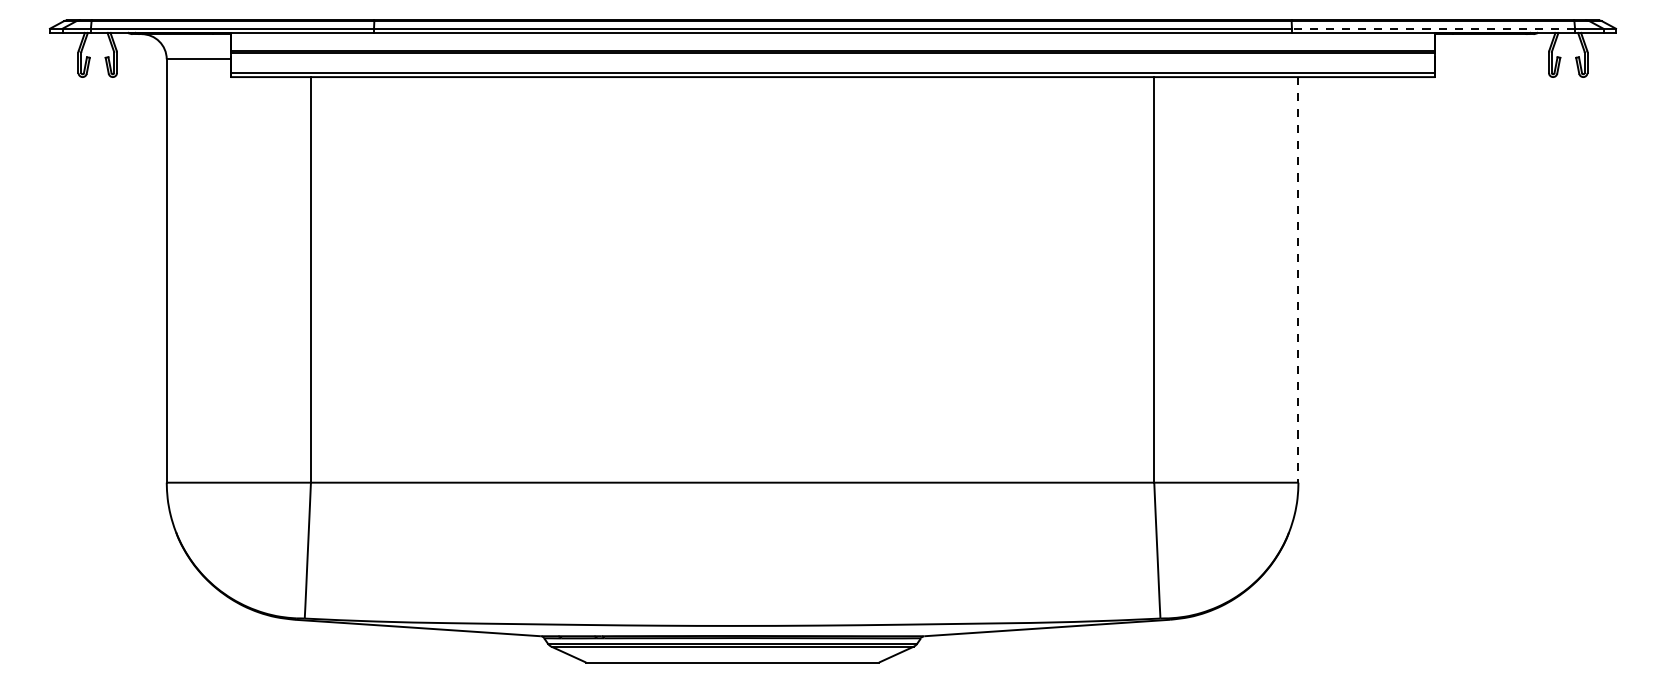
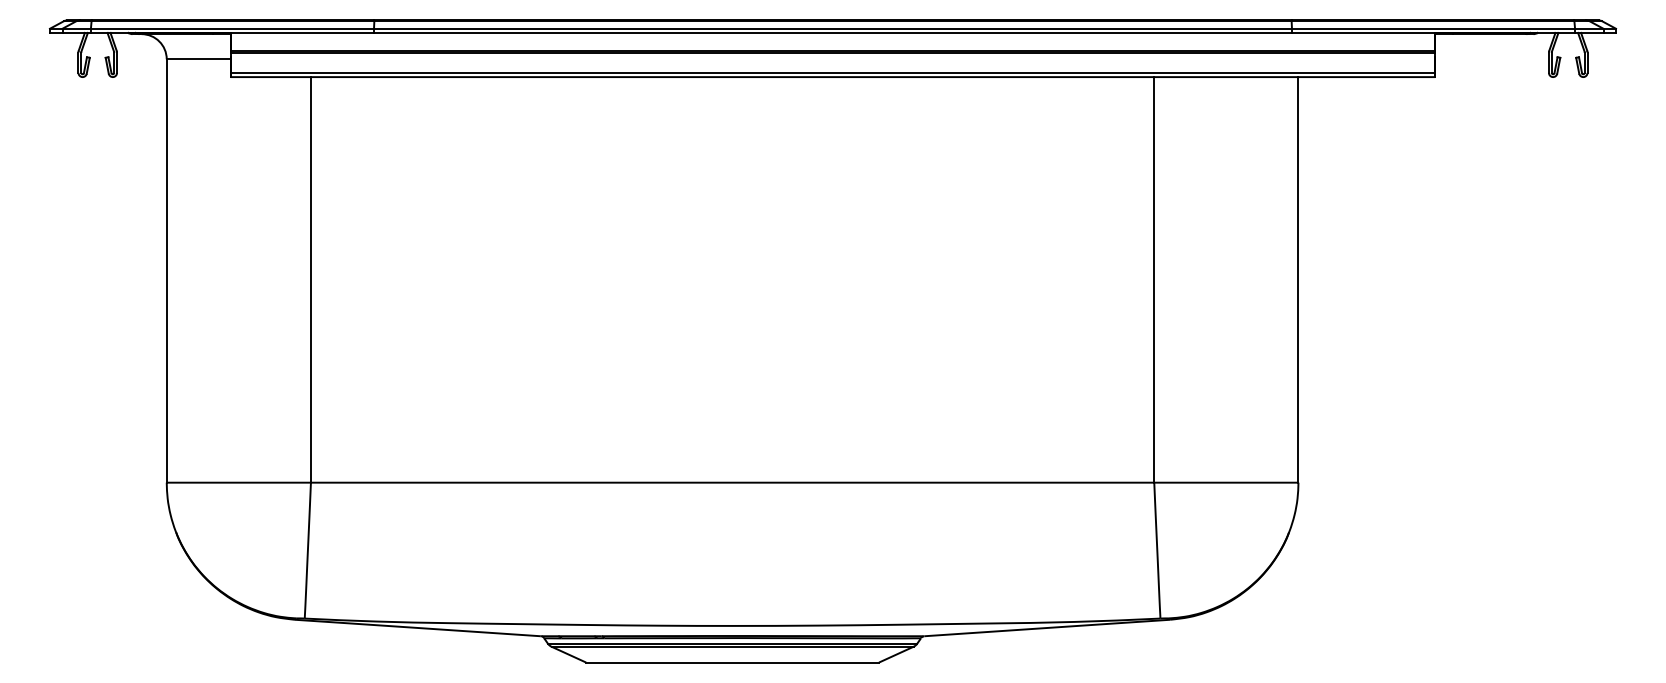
line at (1433, 28): dashed -> solid
line at (1298, 279): dashed -> solid
